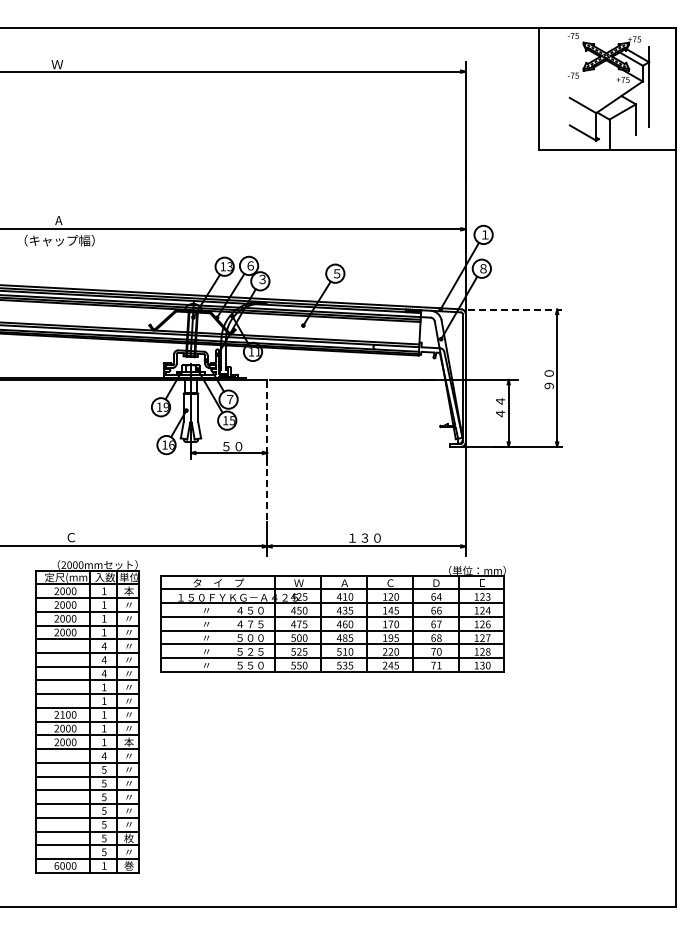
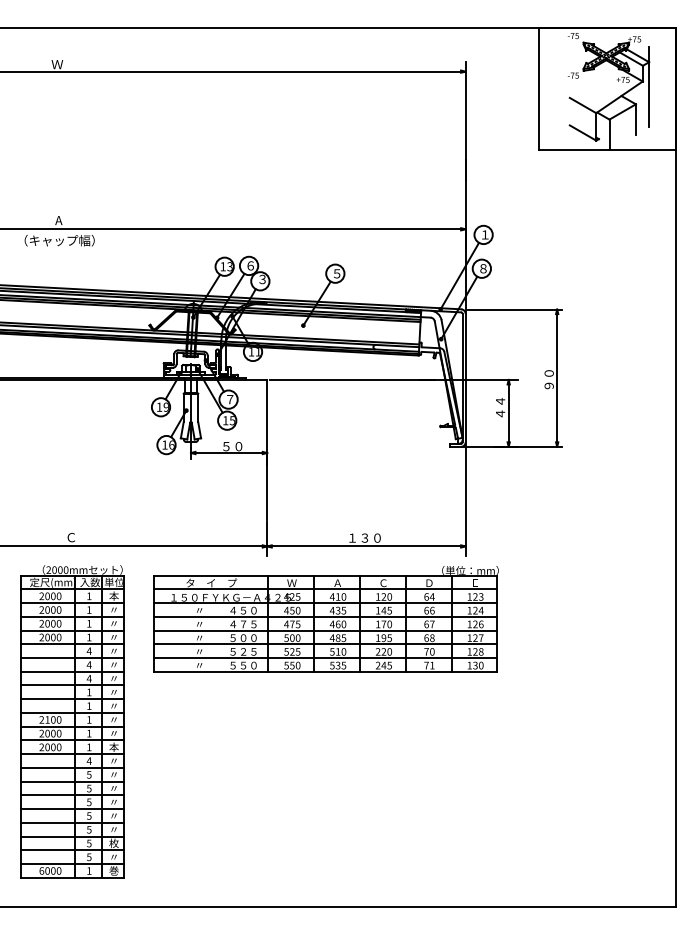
line at (514, 309): dashed -> solid
line at (267, 449): dashed -> solid
part at (332, 619) position: (332, 619) -> (325, 619)
part at (87, 716) position: (87, 716) -> (72, 721)
